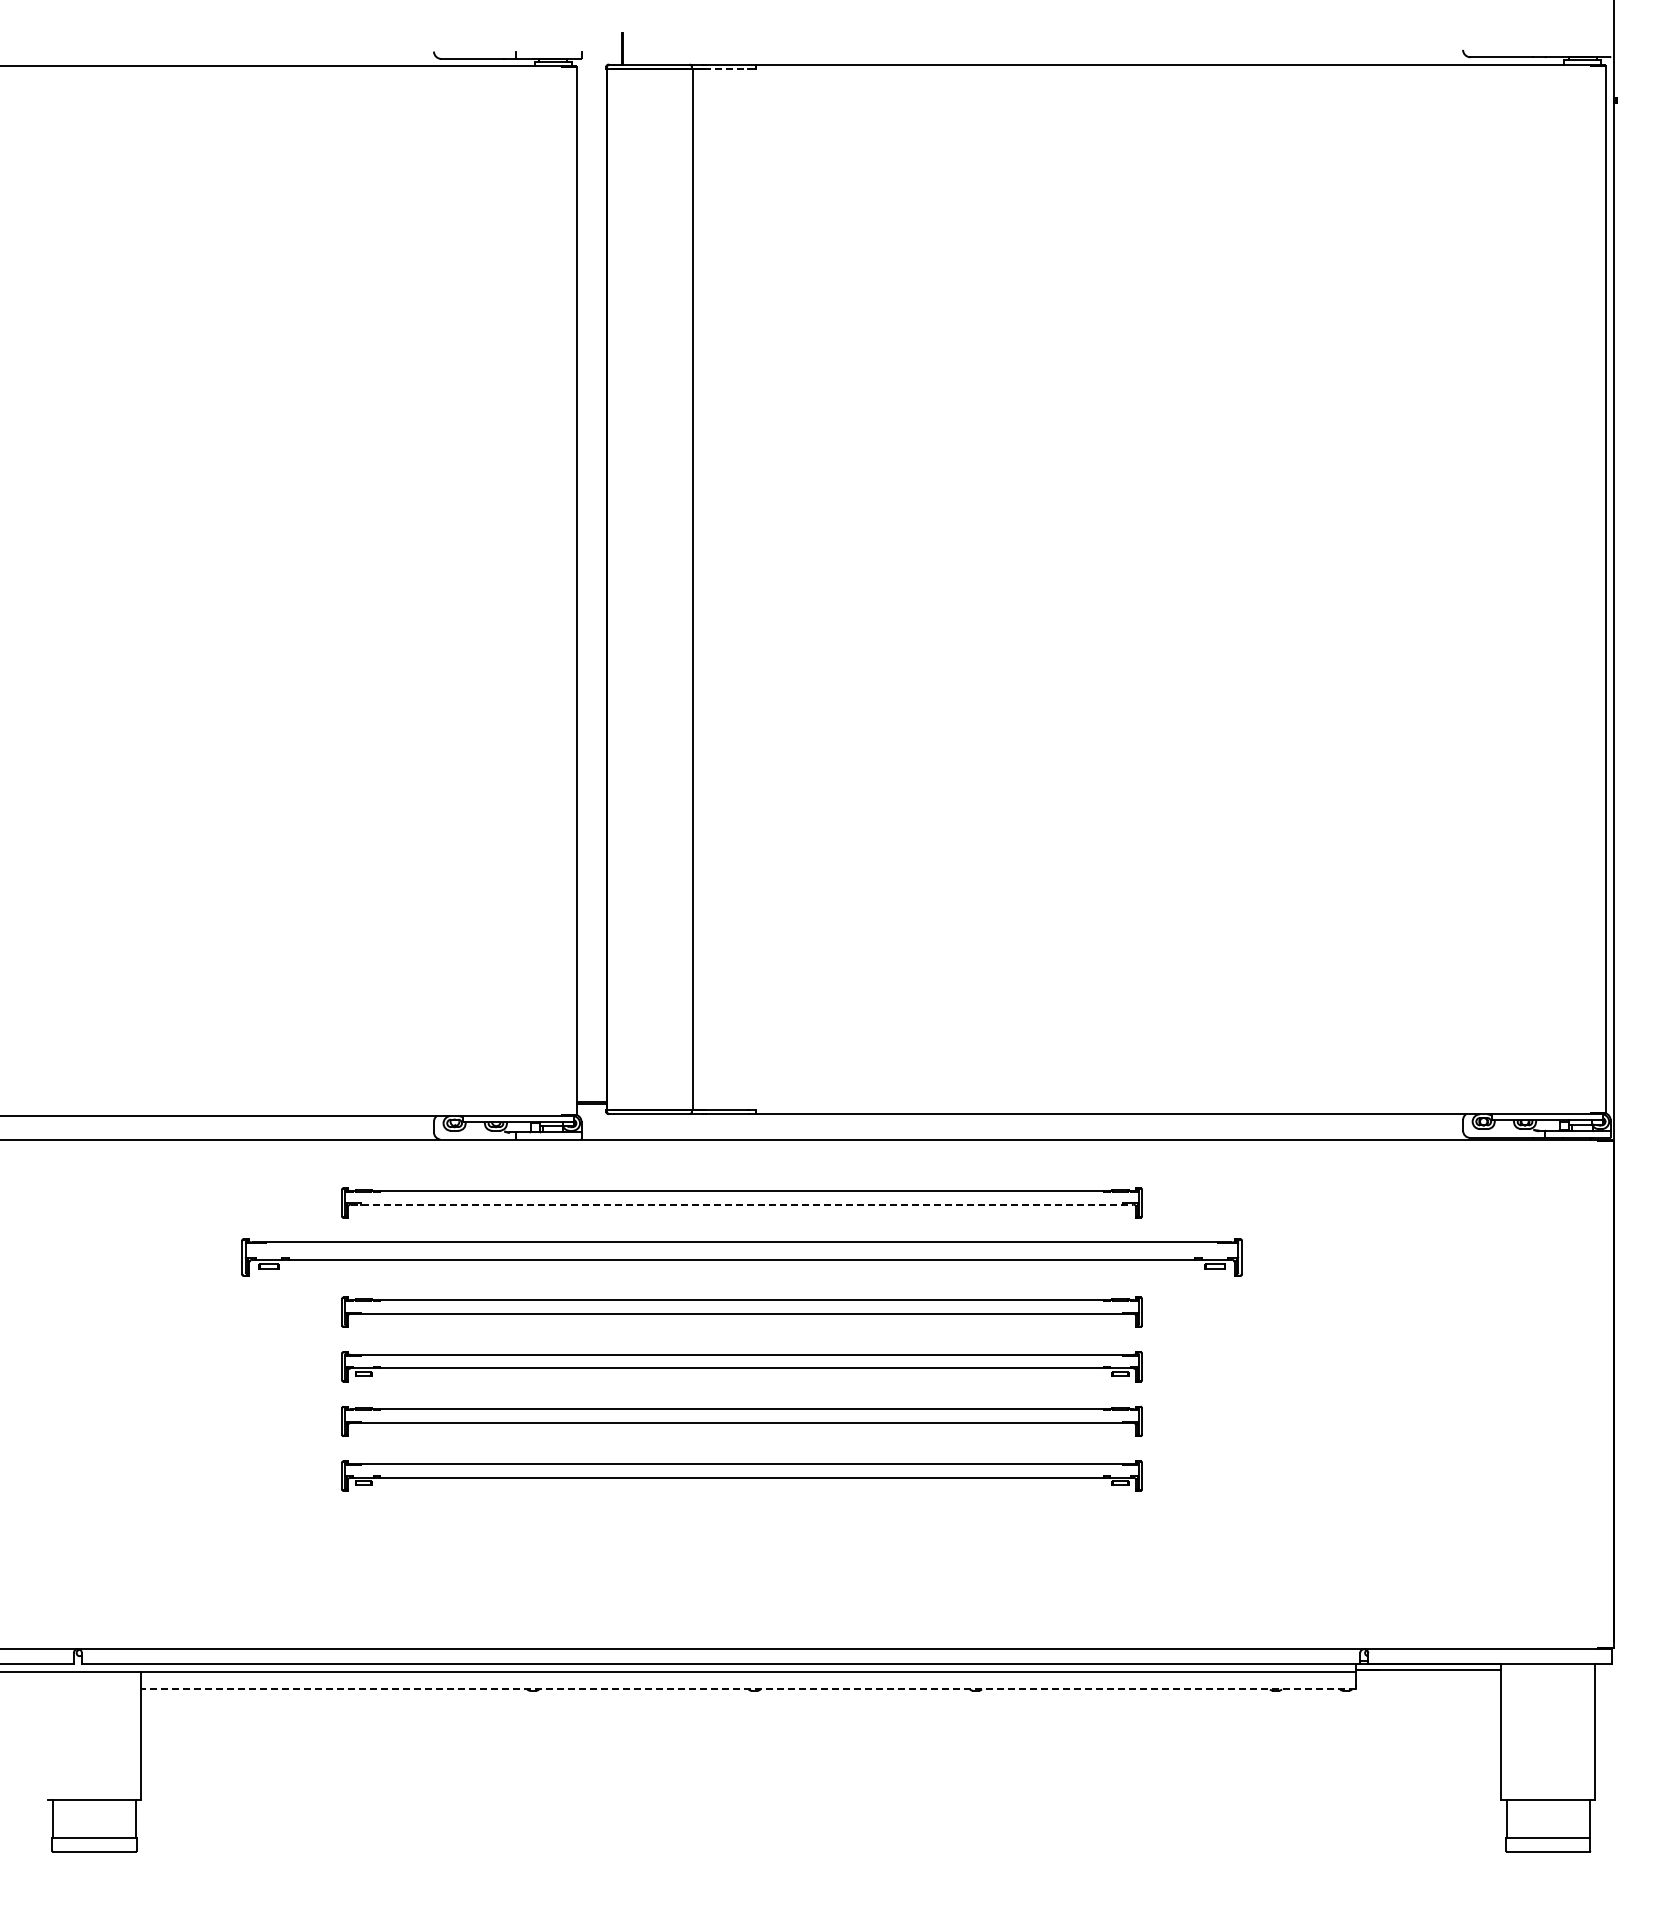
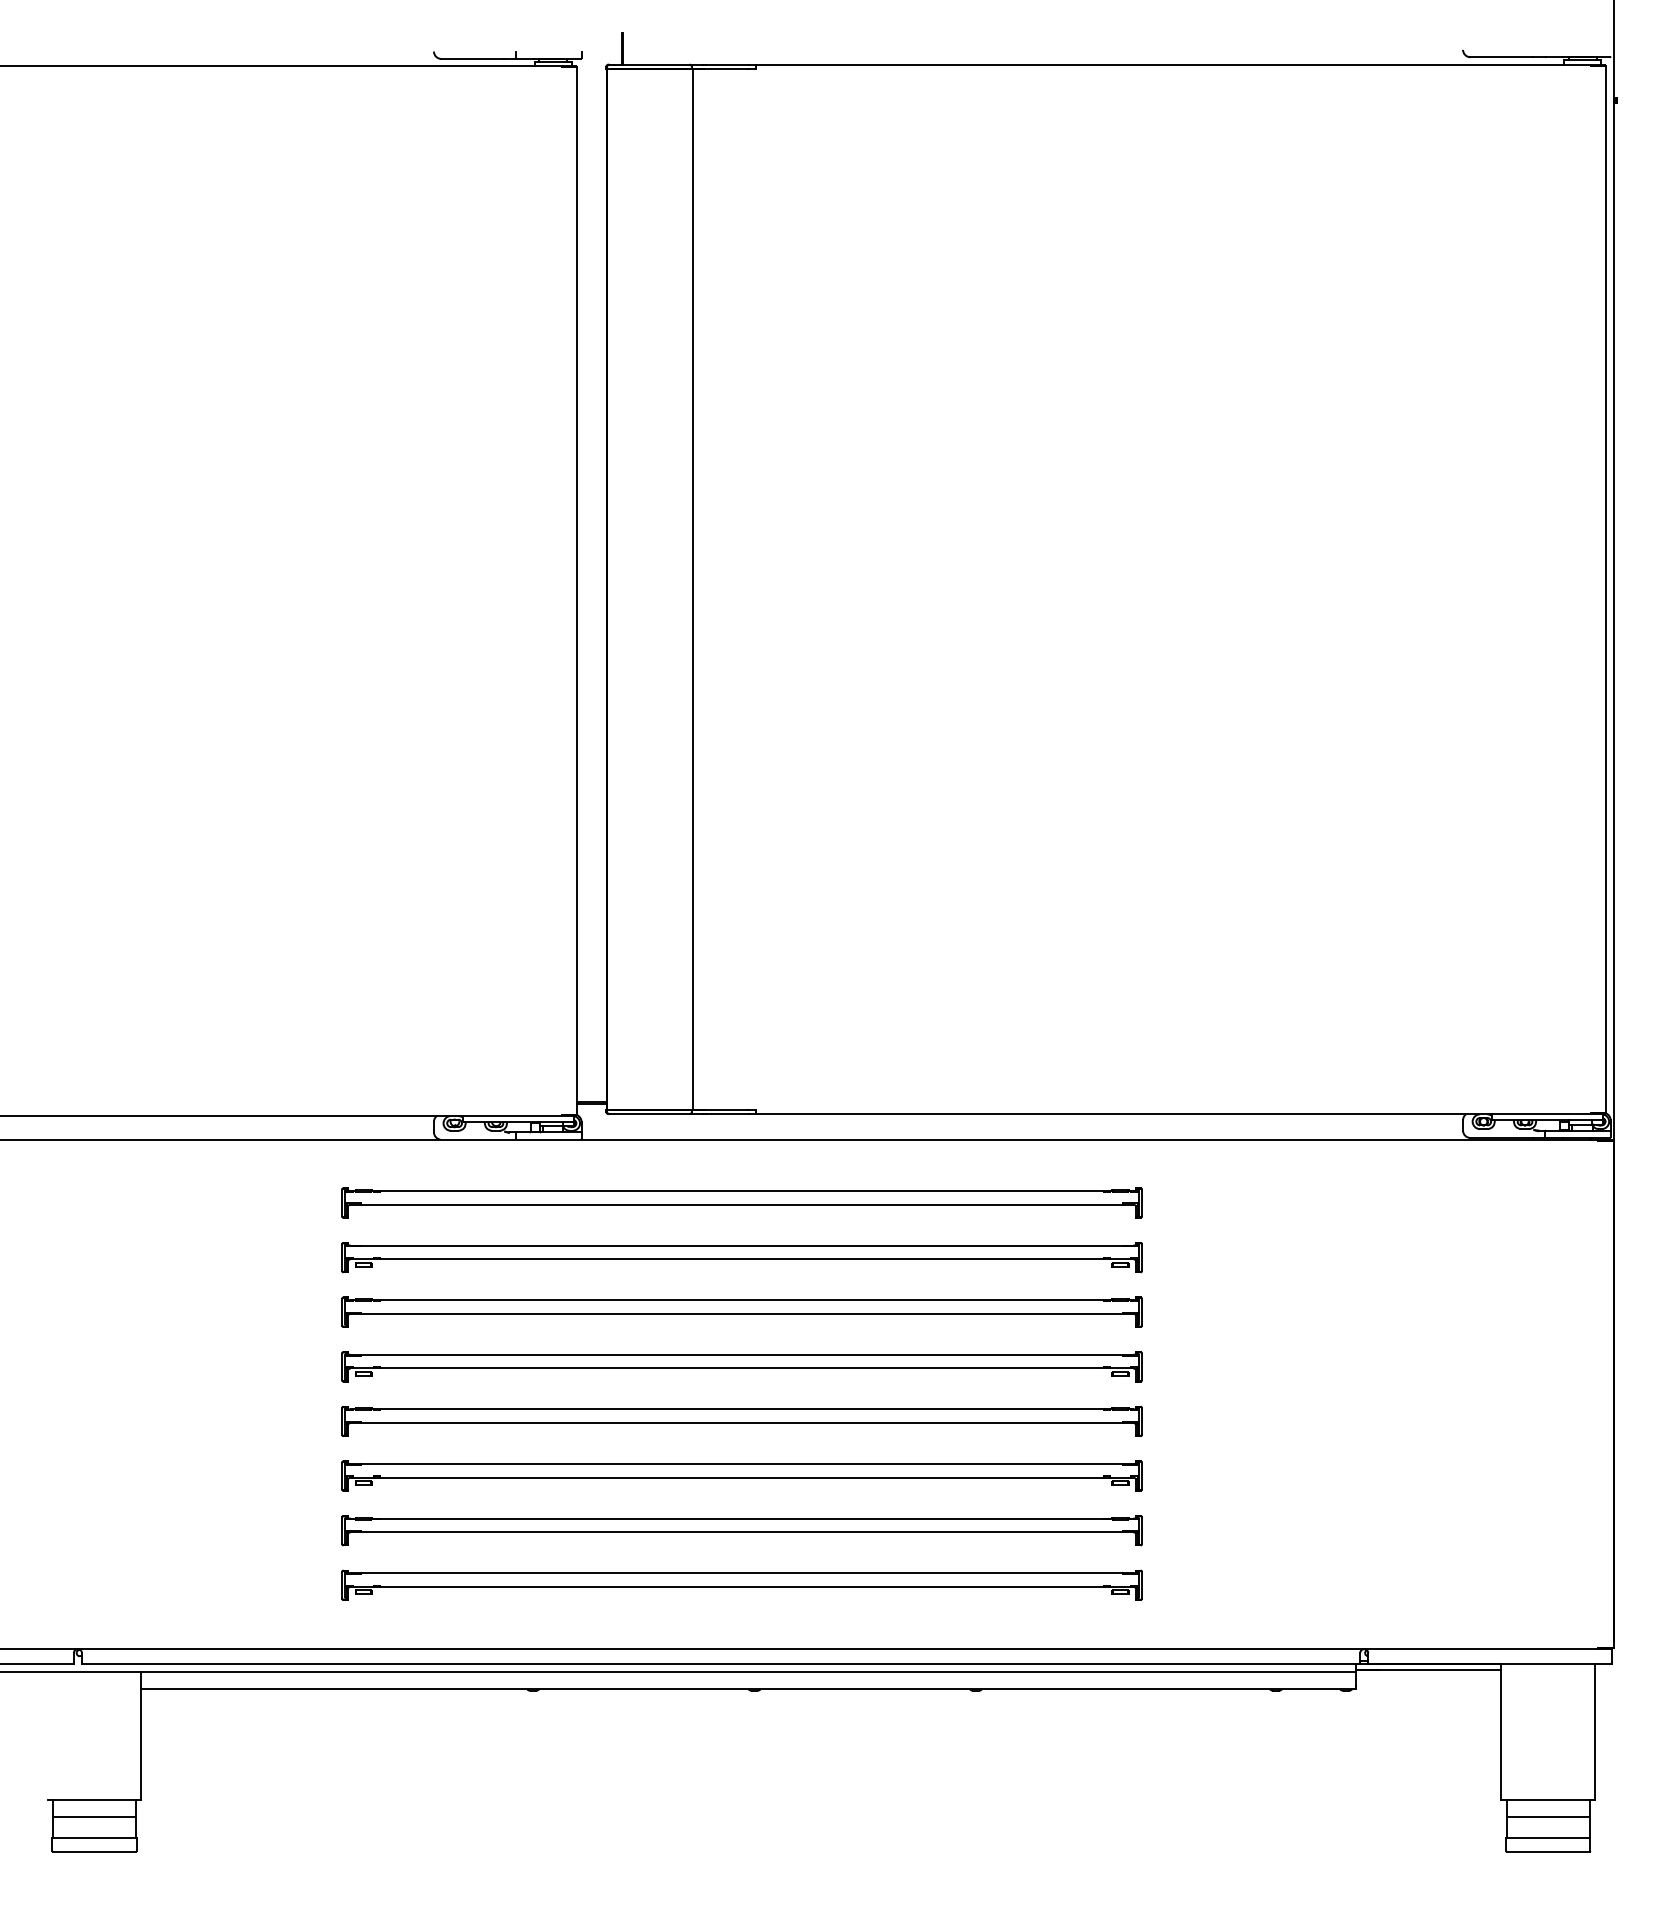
line at (726, 69): dashed -> solid
line at (742, 1204): dashed -> solid
part at (741, 1257) size: 1002x39 px -> 802x32 px
part at (741, 1530): none -> present
part at (741, 1584): none -> present
line at (748, 1689): dashed -> solid
line at (94, 1817): none -> present
line at (1547, 1817): none -> present
